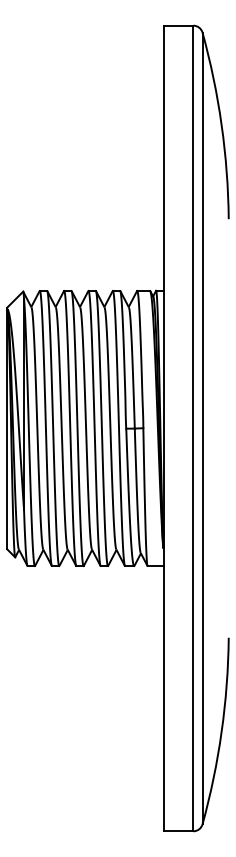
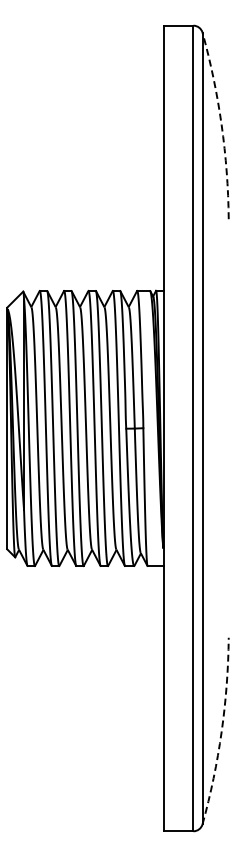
arc at (221, 125): solid -> dashed
arc at (221, 731): solid -> dashed
